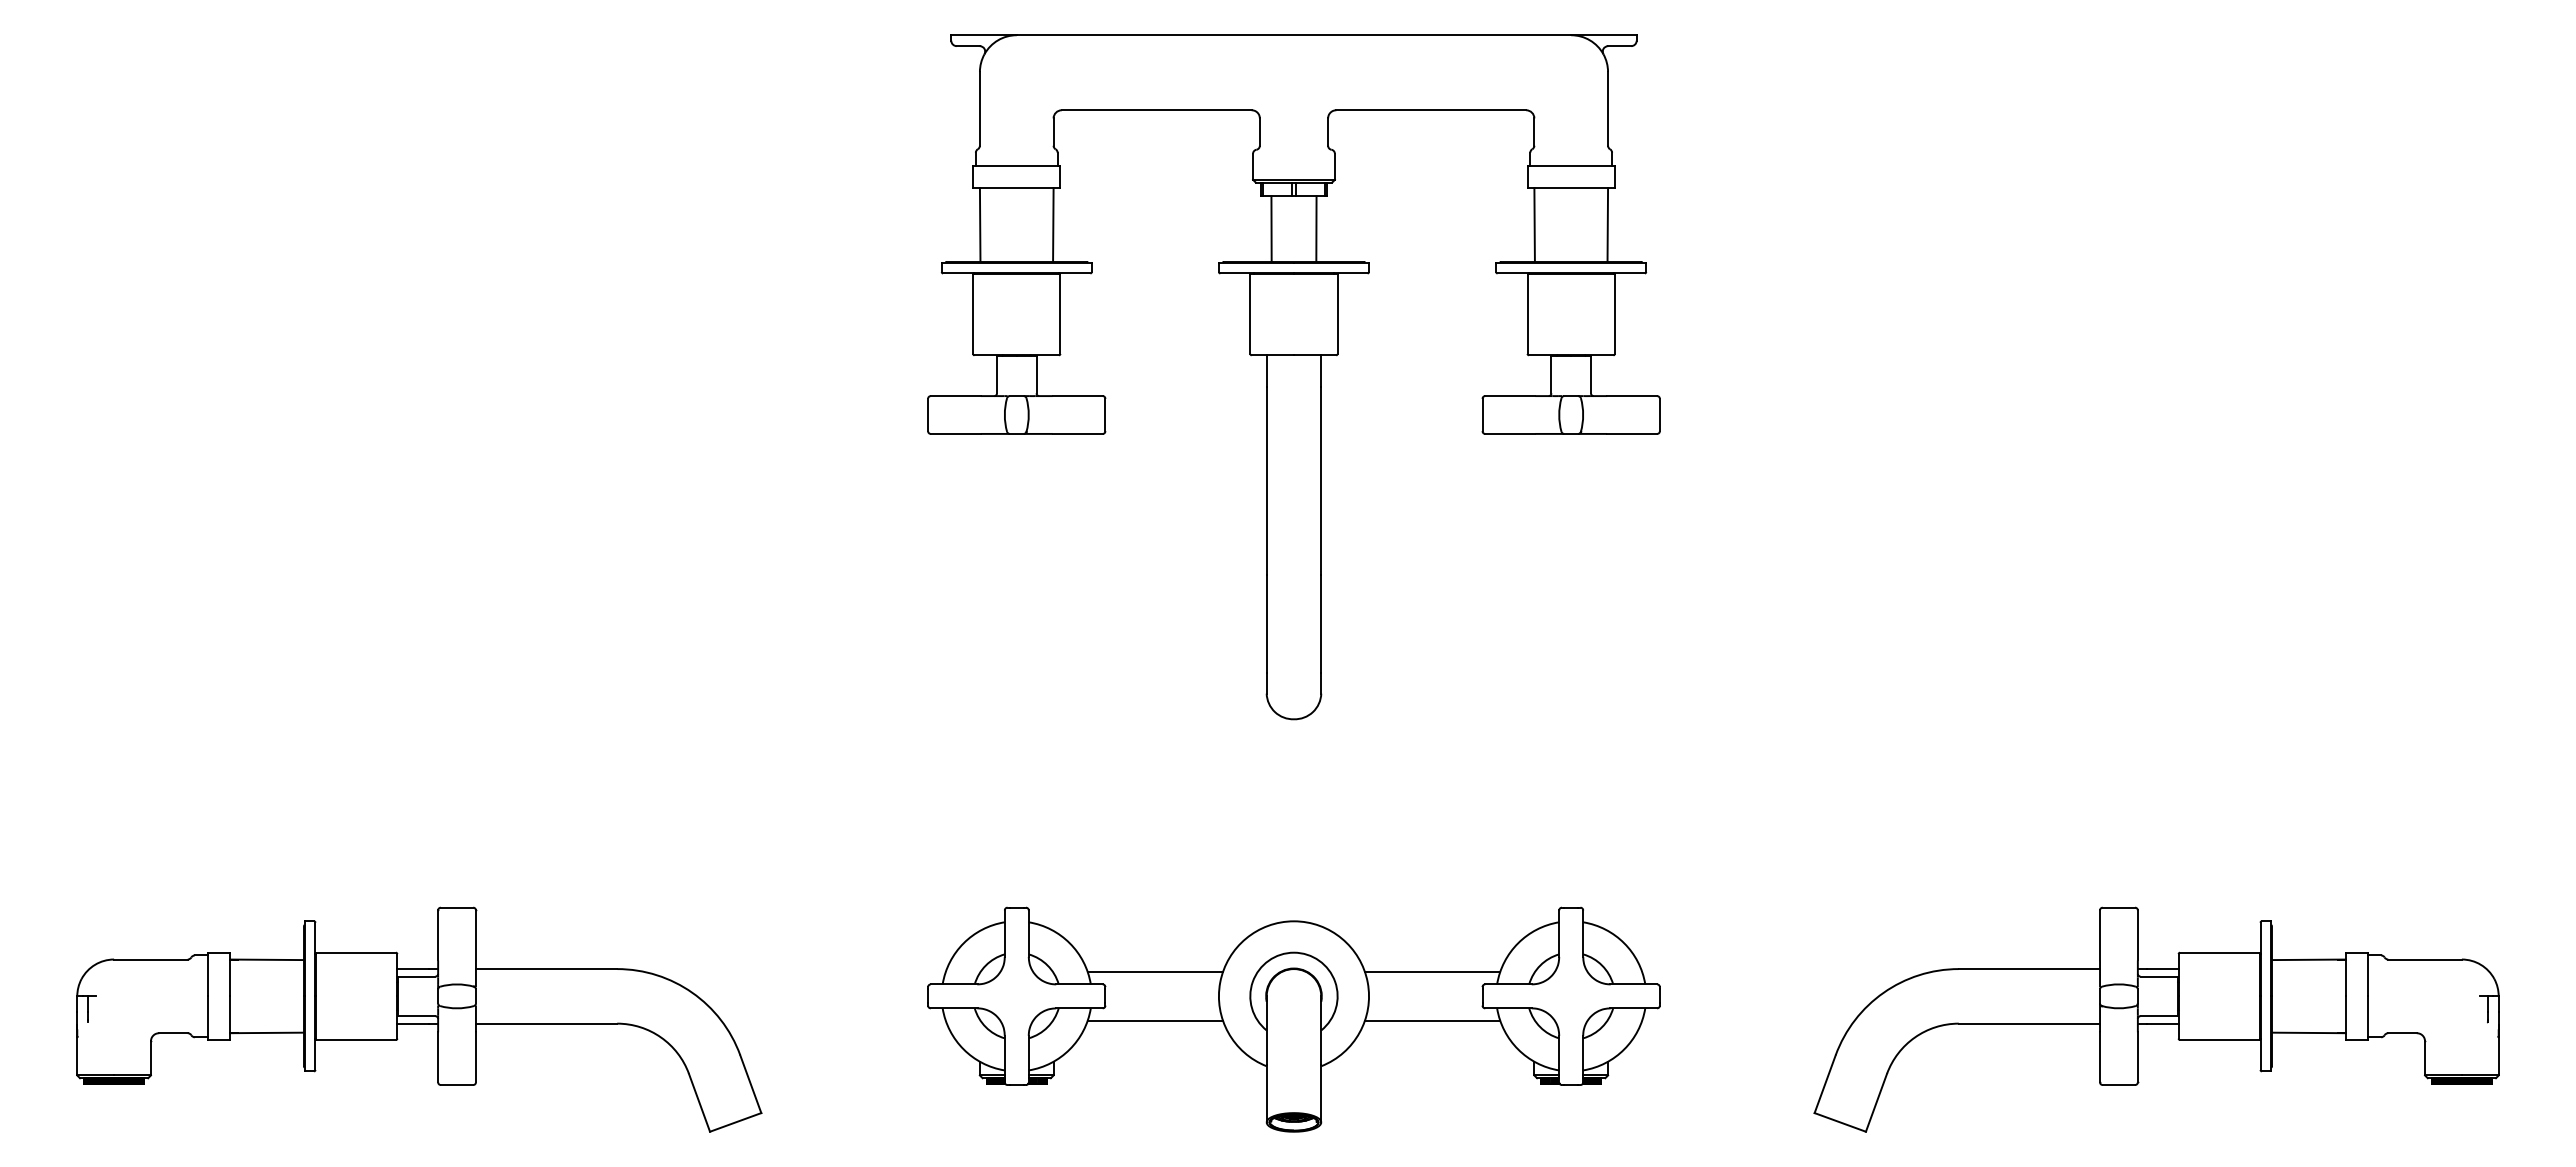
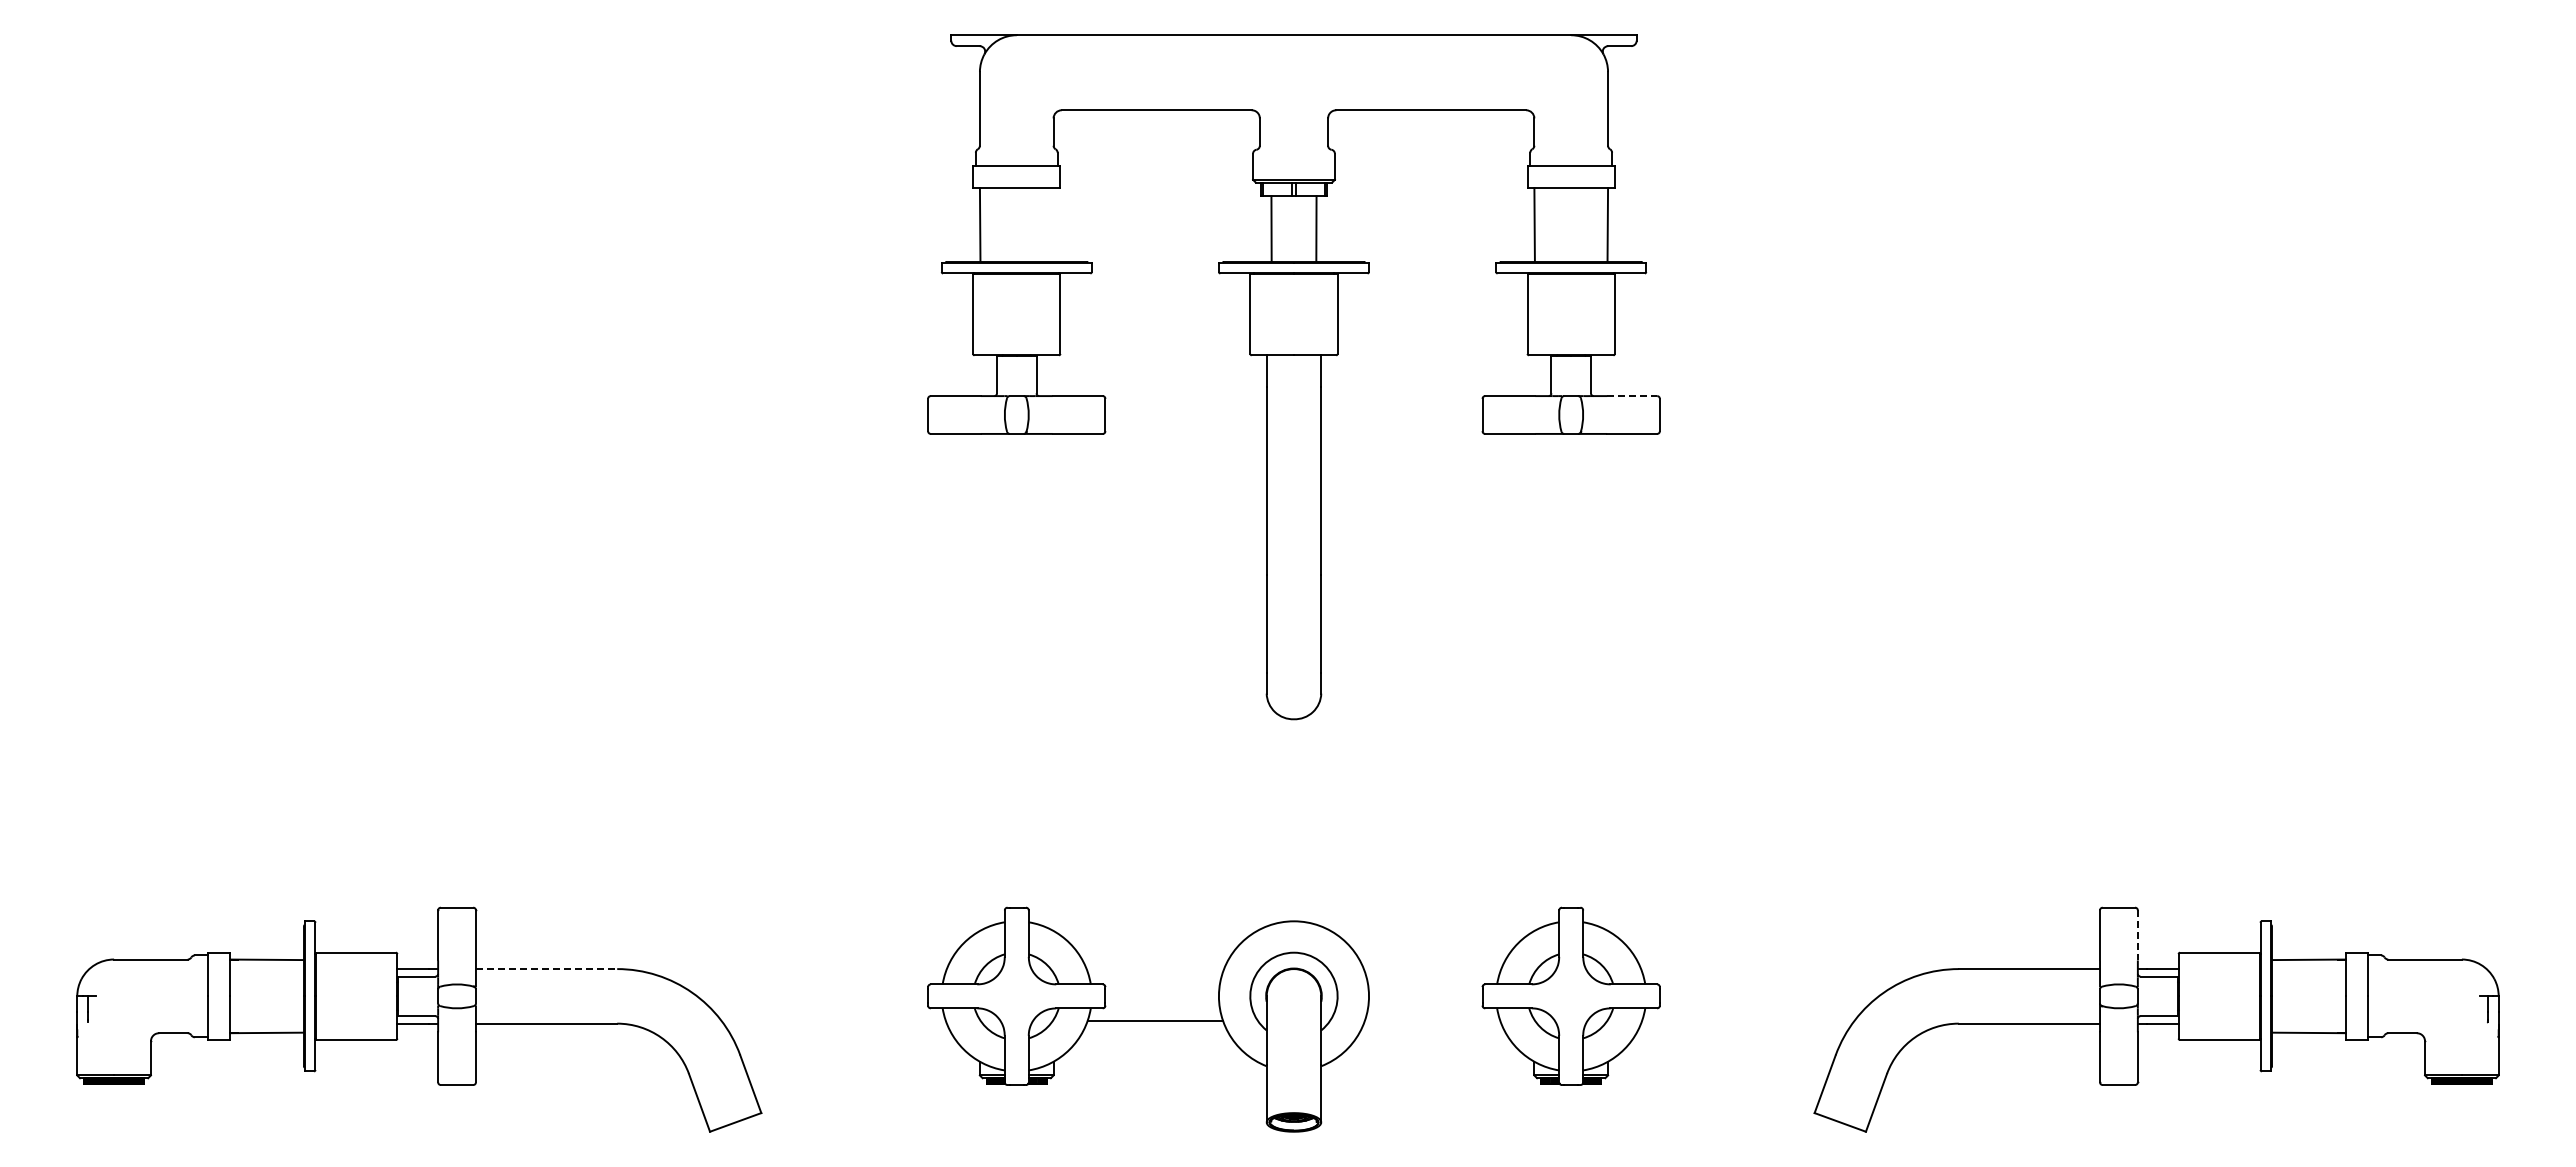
line at (1053, 224): present -> none
line at (1632, 396): solid -> dashed
line at (2137, 935): solid -> dashed
line at (546, 969): solid -> dashed
line at (1155, 971): present -> none
line at (1432, 971): present -> none
line at (1432, 1020): present -> none
